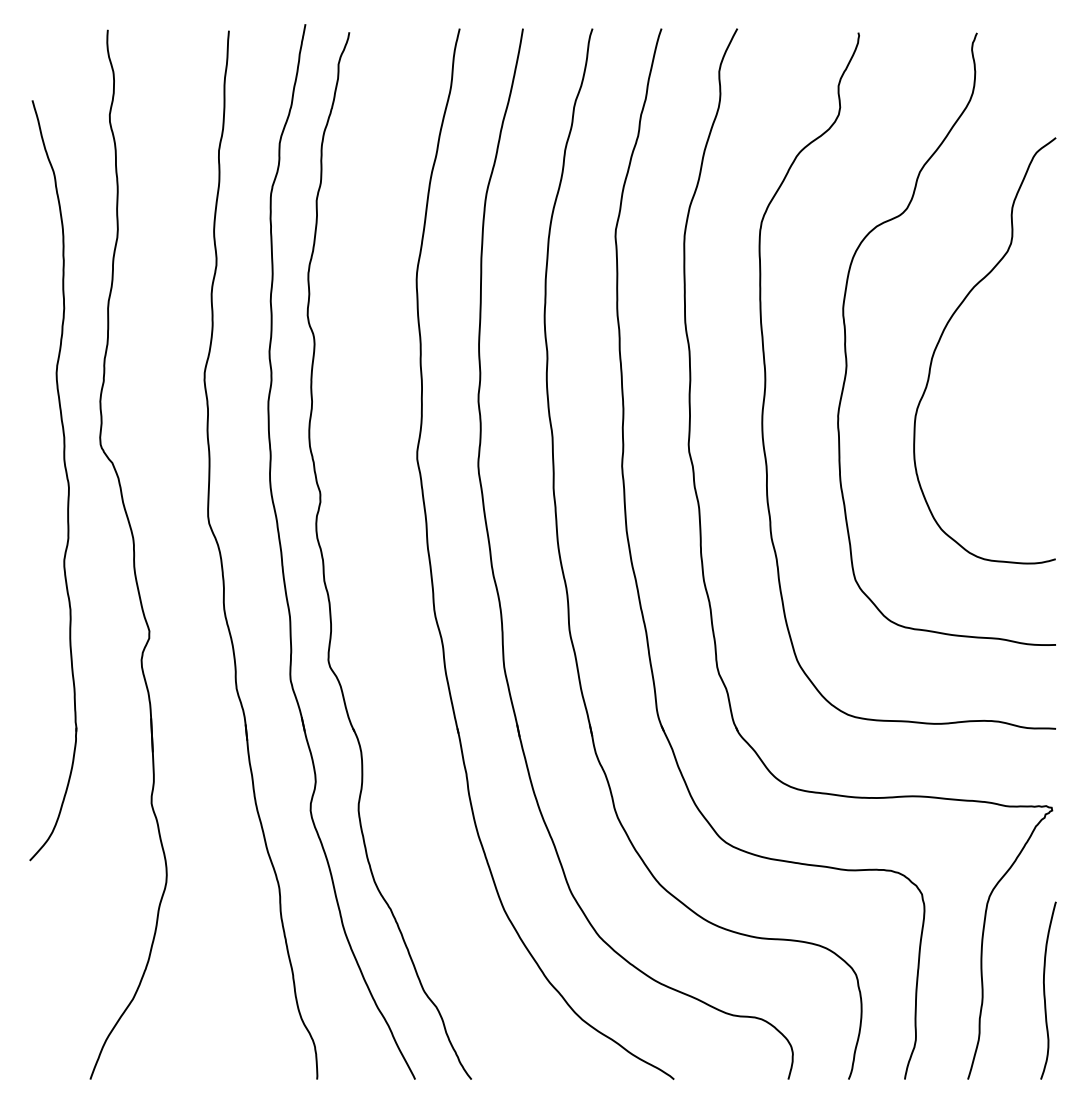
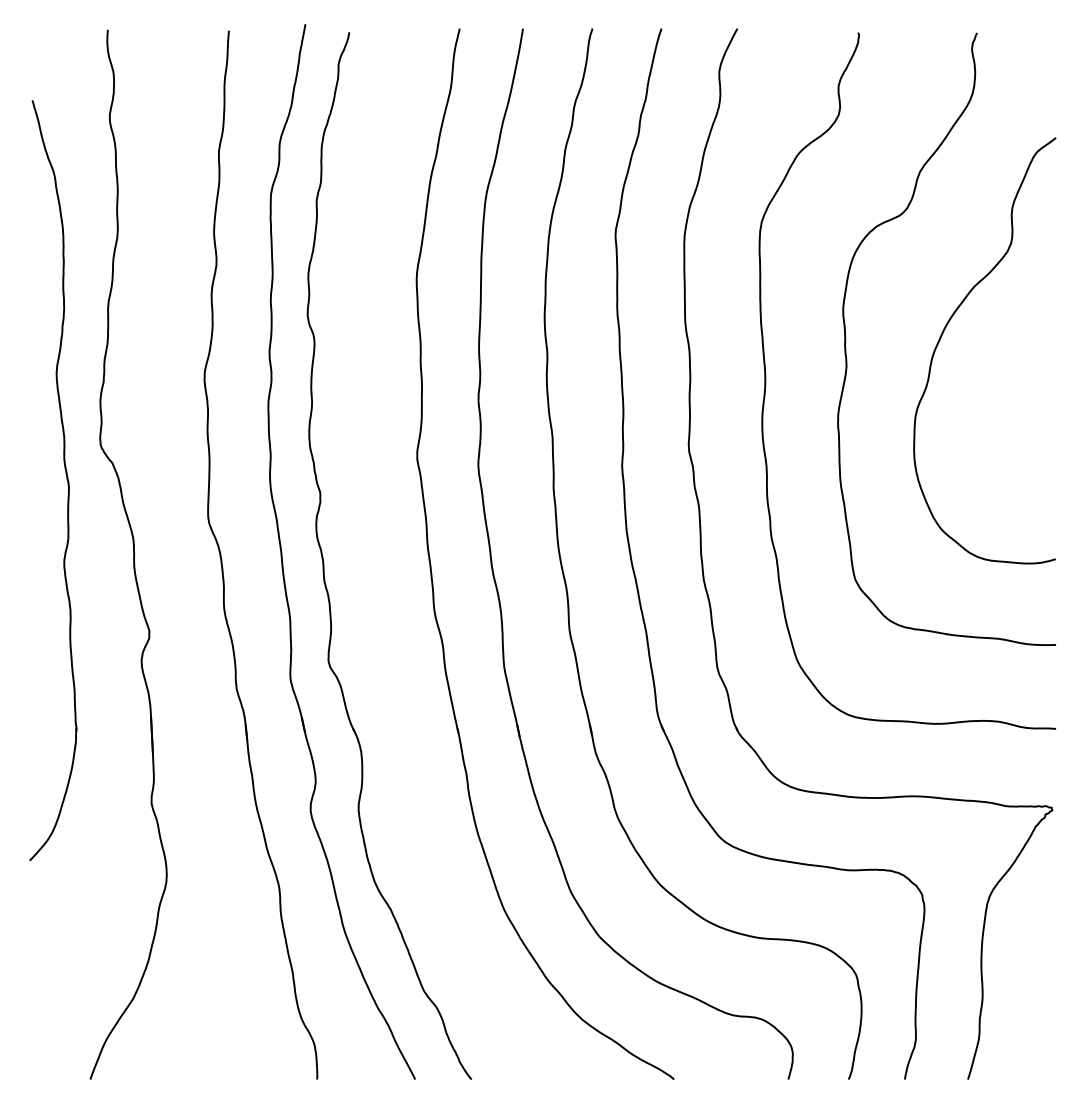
curve at (1045, 990): present -> none
